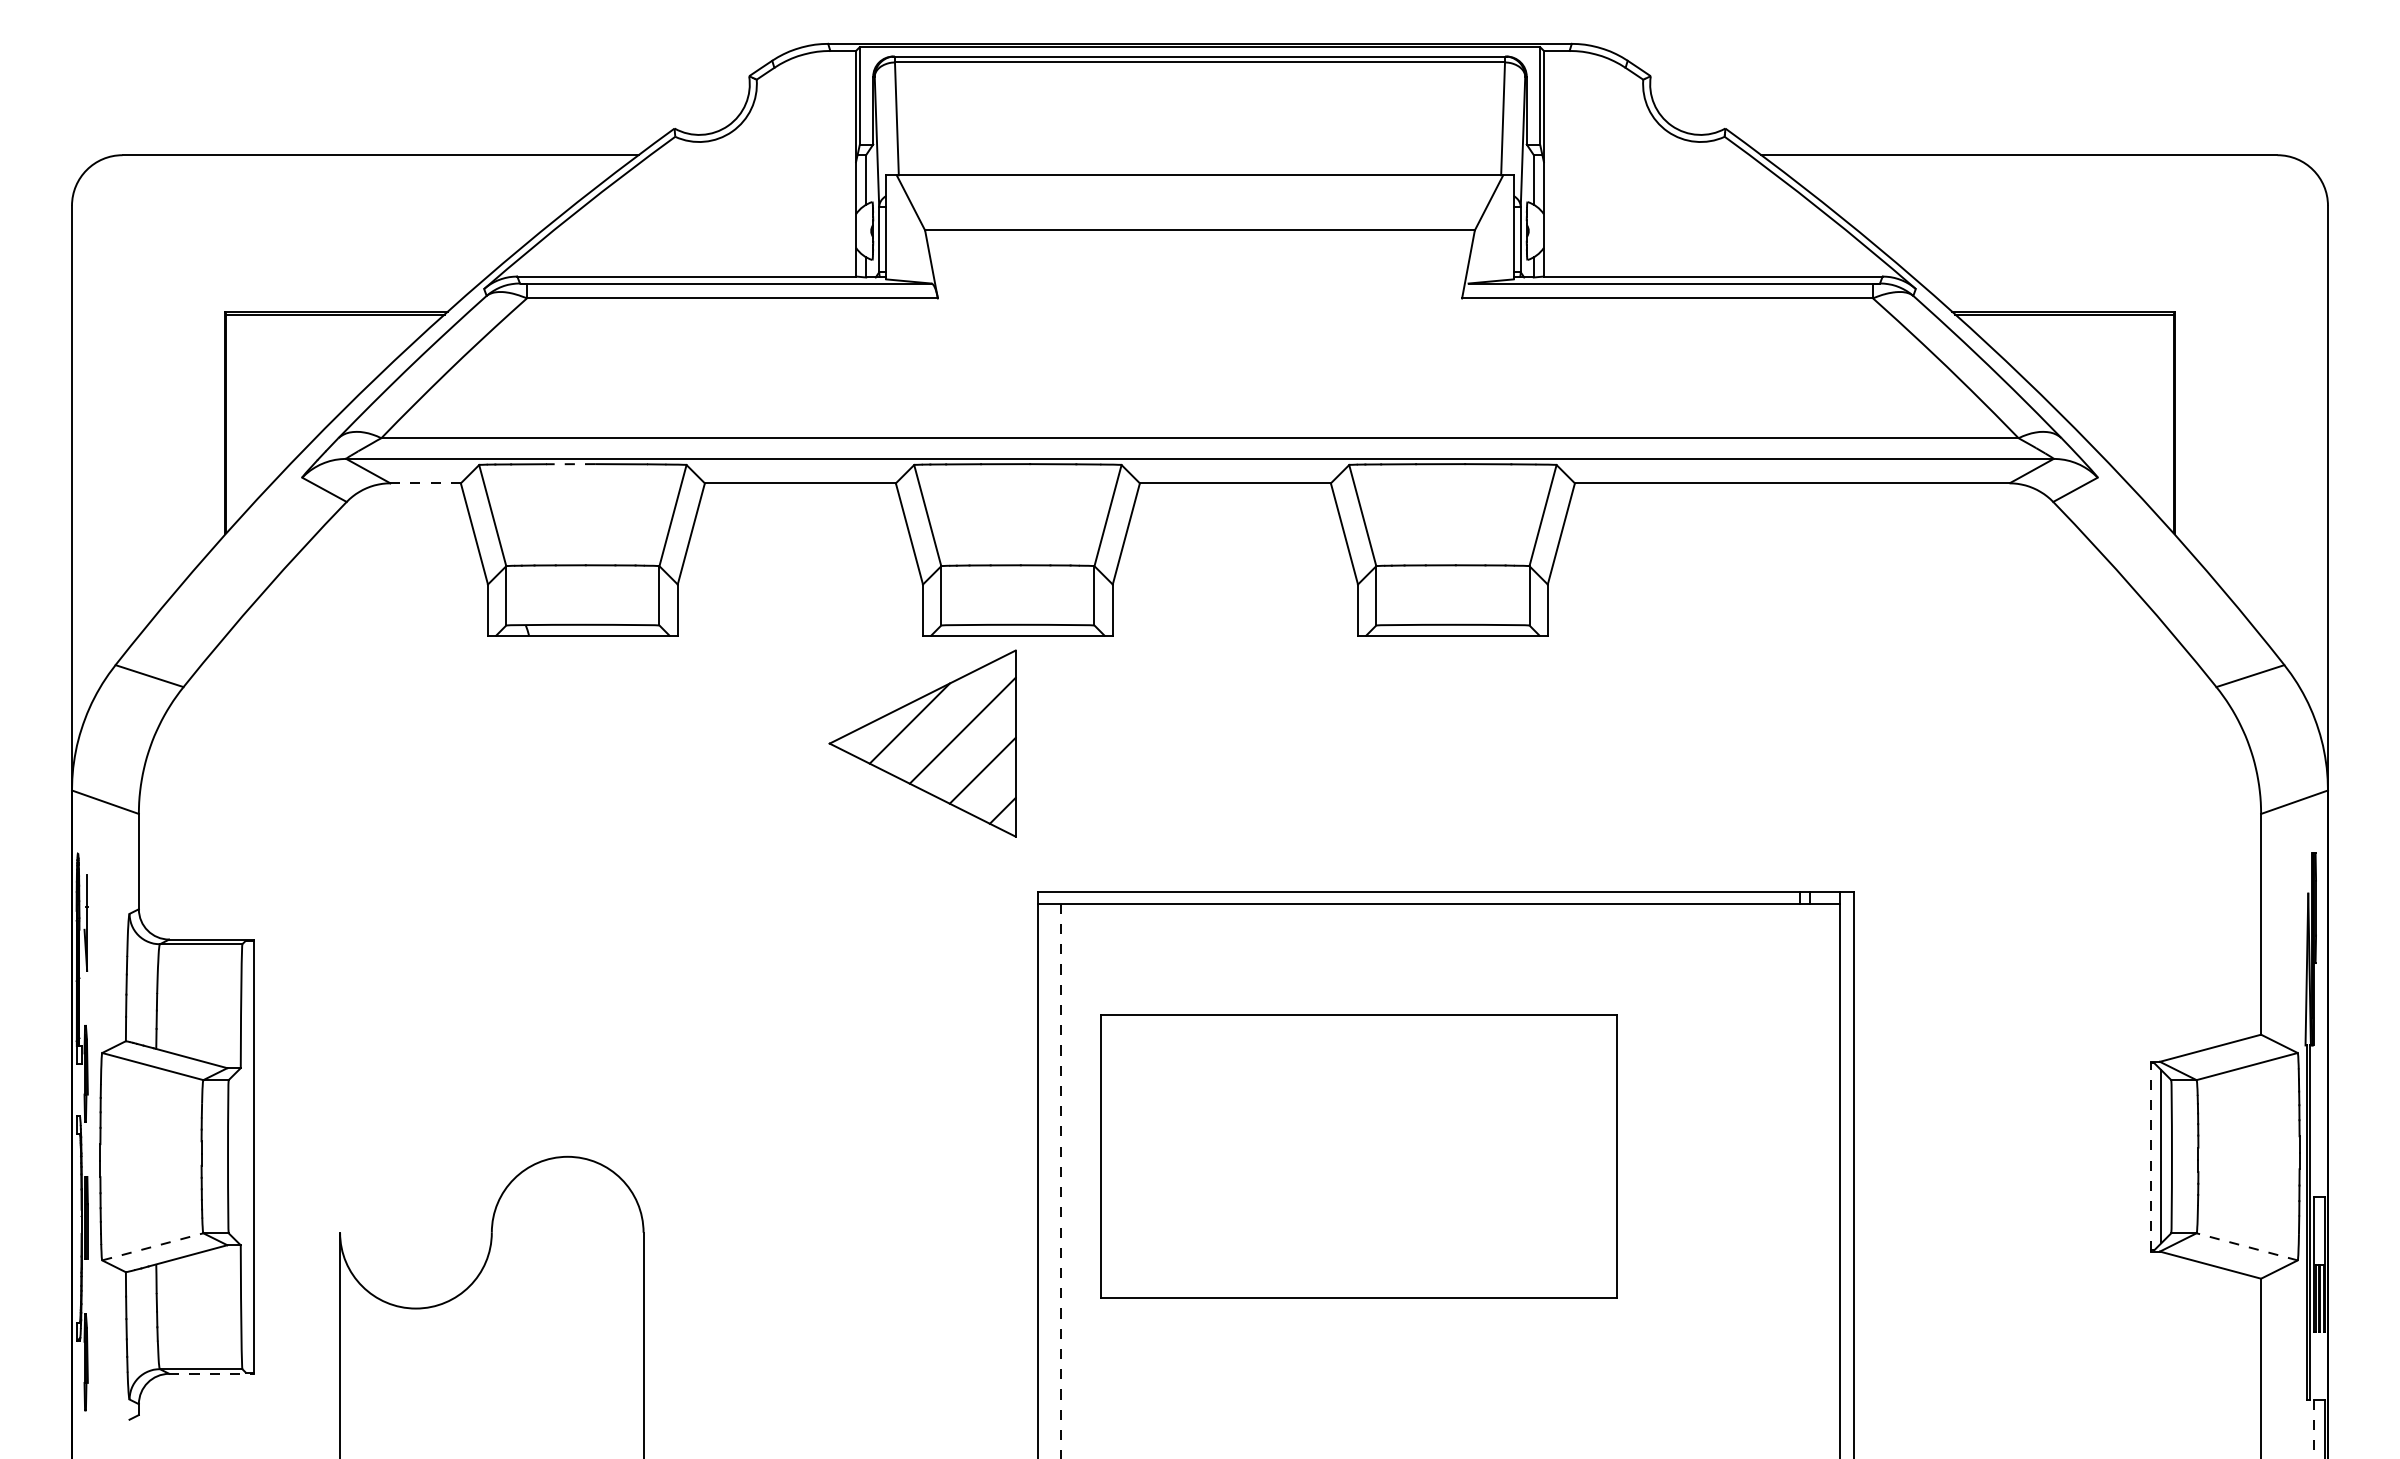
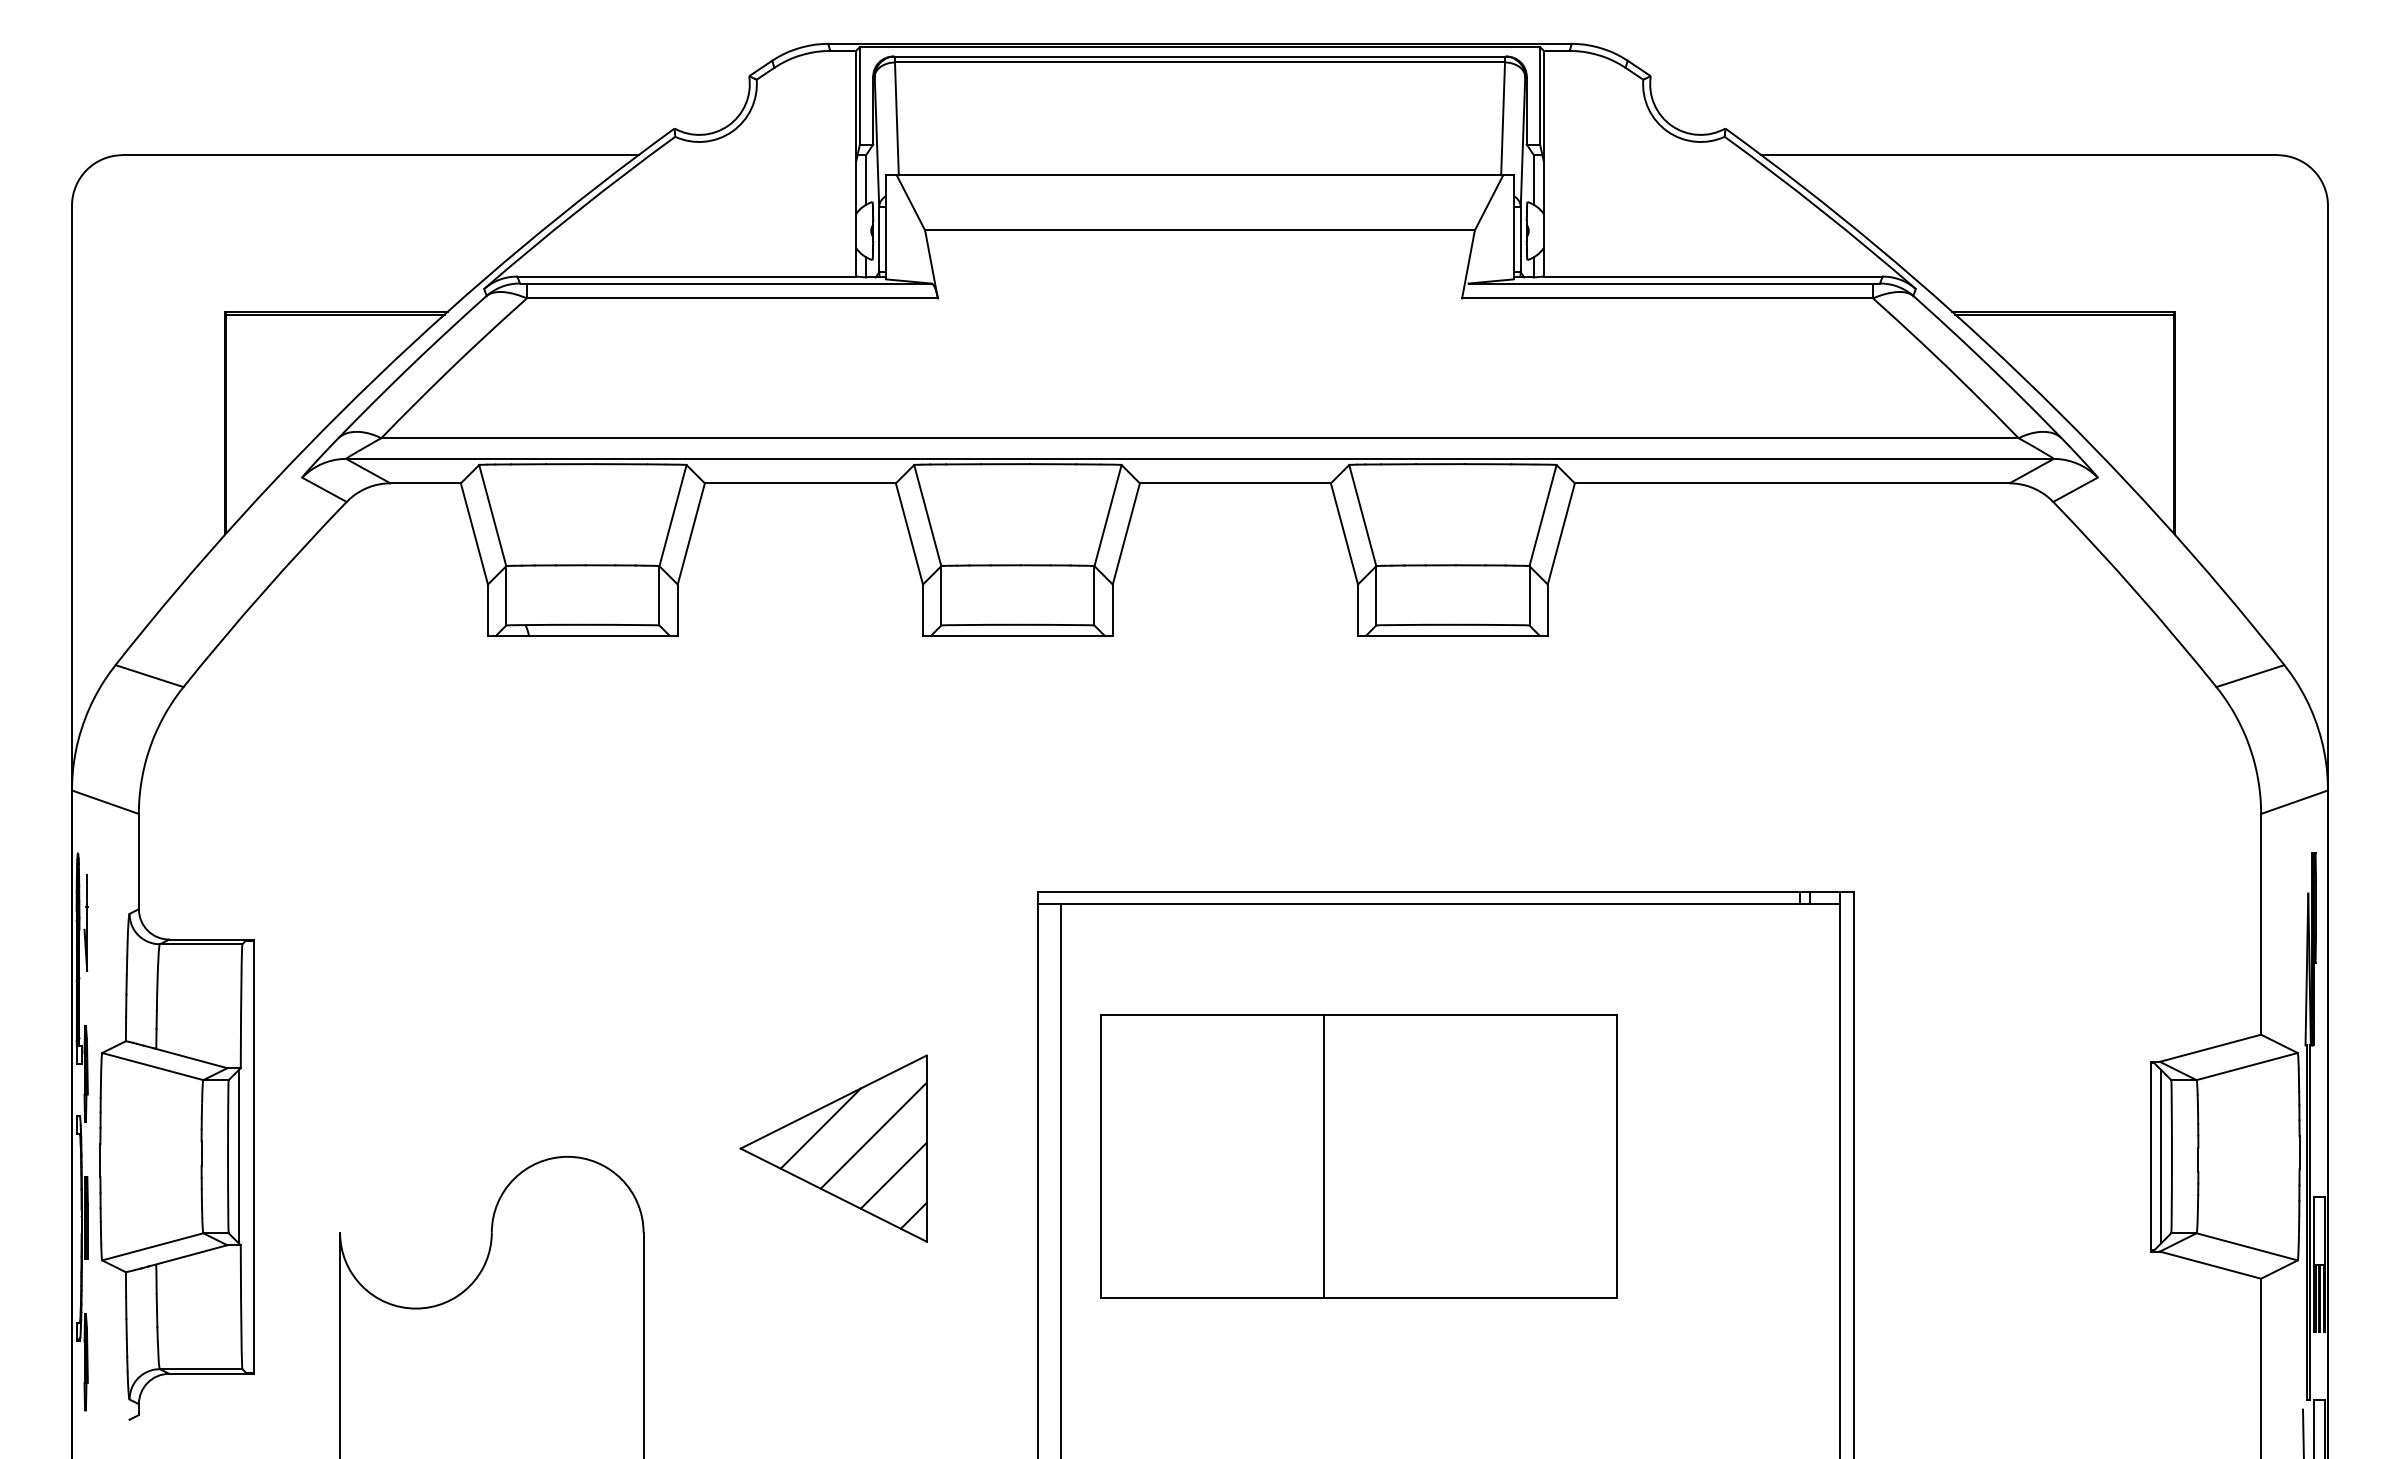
line at (570, 464): dashed -> solid
line at (425, 483): dashed -> solid
part at (922, 743) position: (922, 743) -> (833, 1148)
line at (238, 1156): none -> present
line at (1324, 1156): none -> present
line at (2150, 1156): dashed -> solid
line at (1060, 1181): dashed -> solid
line at (153, 1246): dashed -> solid
line at (2246, 1246): dashed -> solid
line at (212, 1373): dashed -> solid
line at (2314, 1429): dashed -> solid
line at (2303, 1432): none -> present
